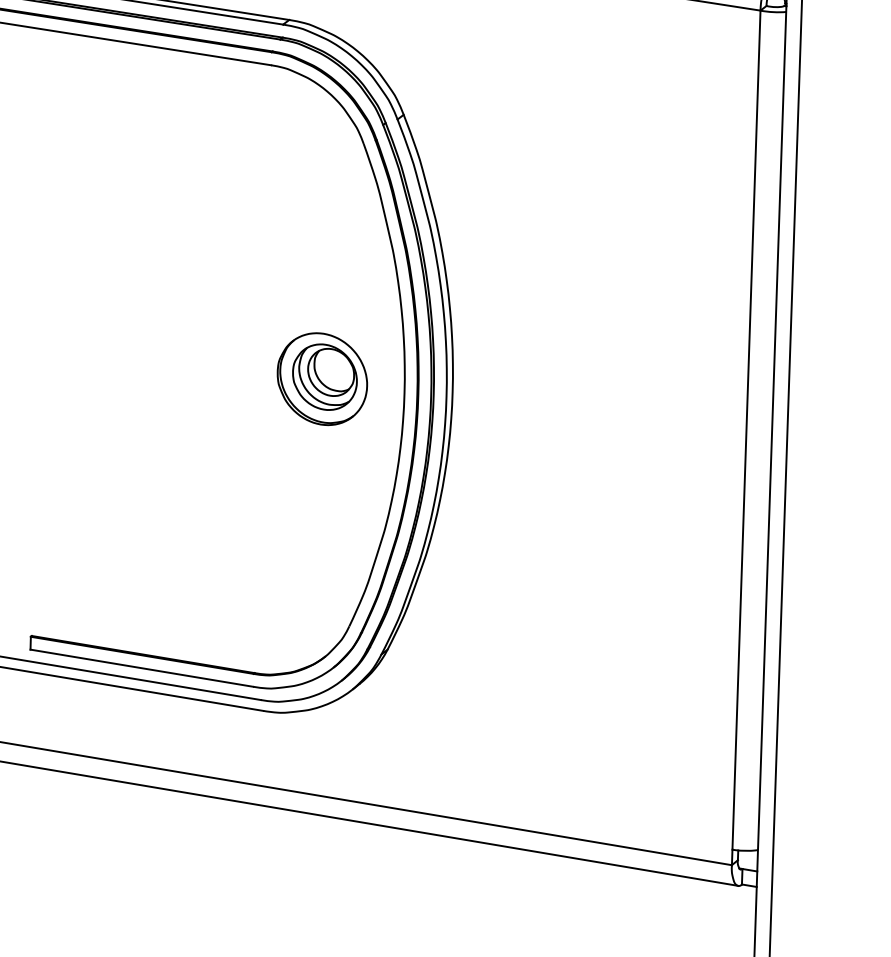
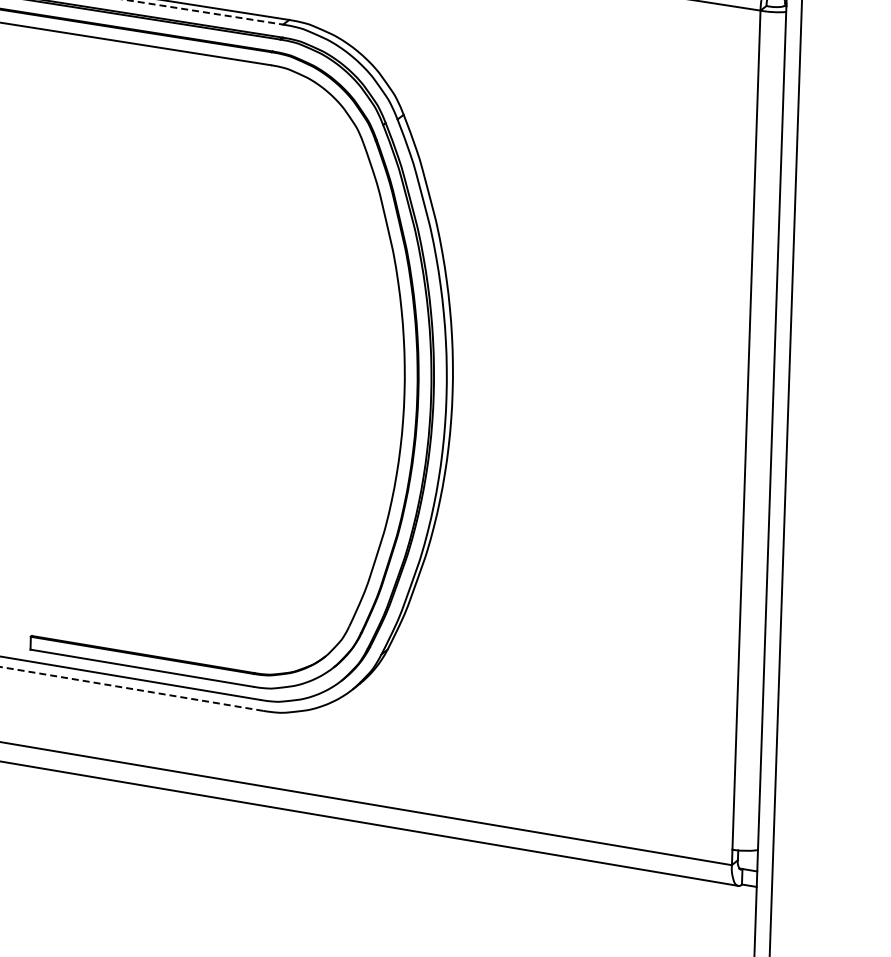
line at (205, 12): solid -> dashed
part at (322, 379): present -> none
line at (132, 688): solid -> dashed
